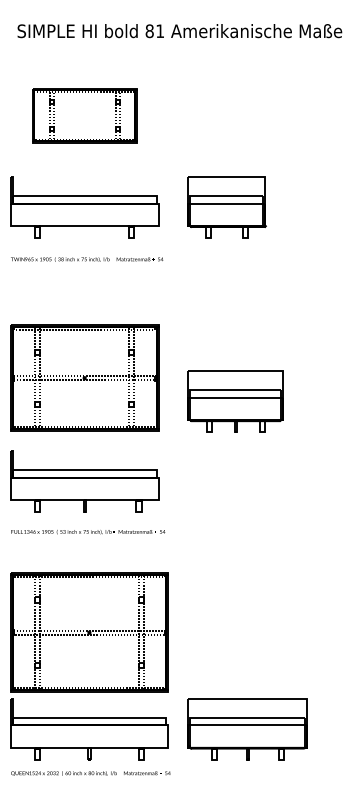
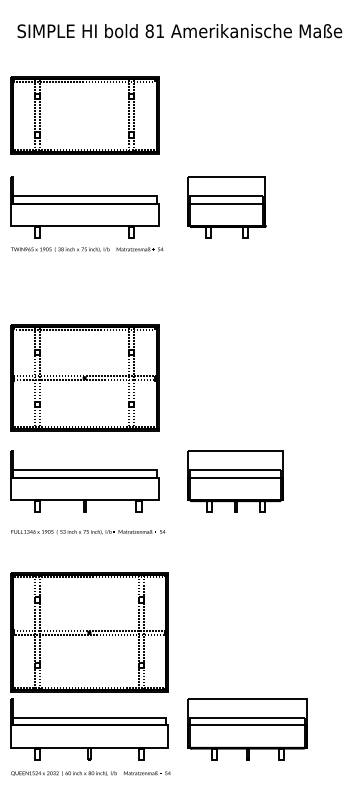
part at (84, 115) size: 106x56 px -> 150x79 px
text at (87, 259) position: (87, 259) -> (87, 249)
part at (235, 401) position: (235, 401) -> (235, 481)
